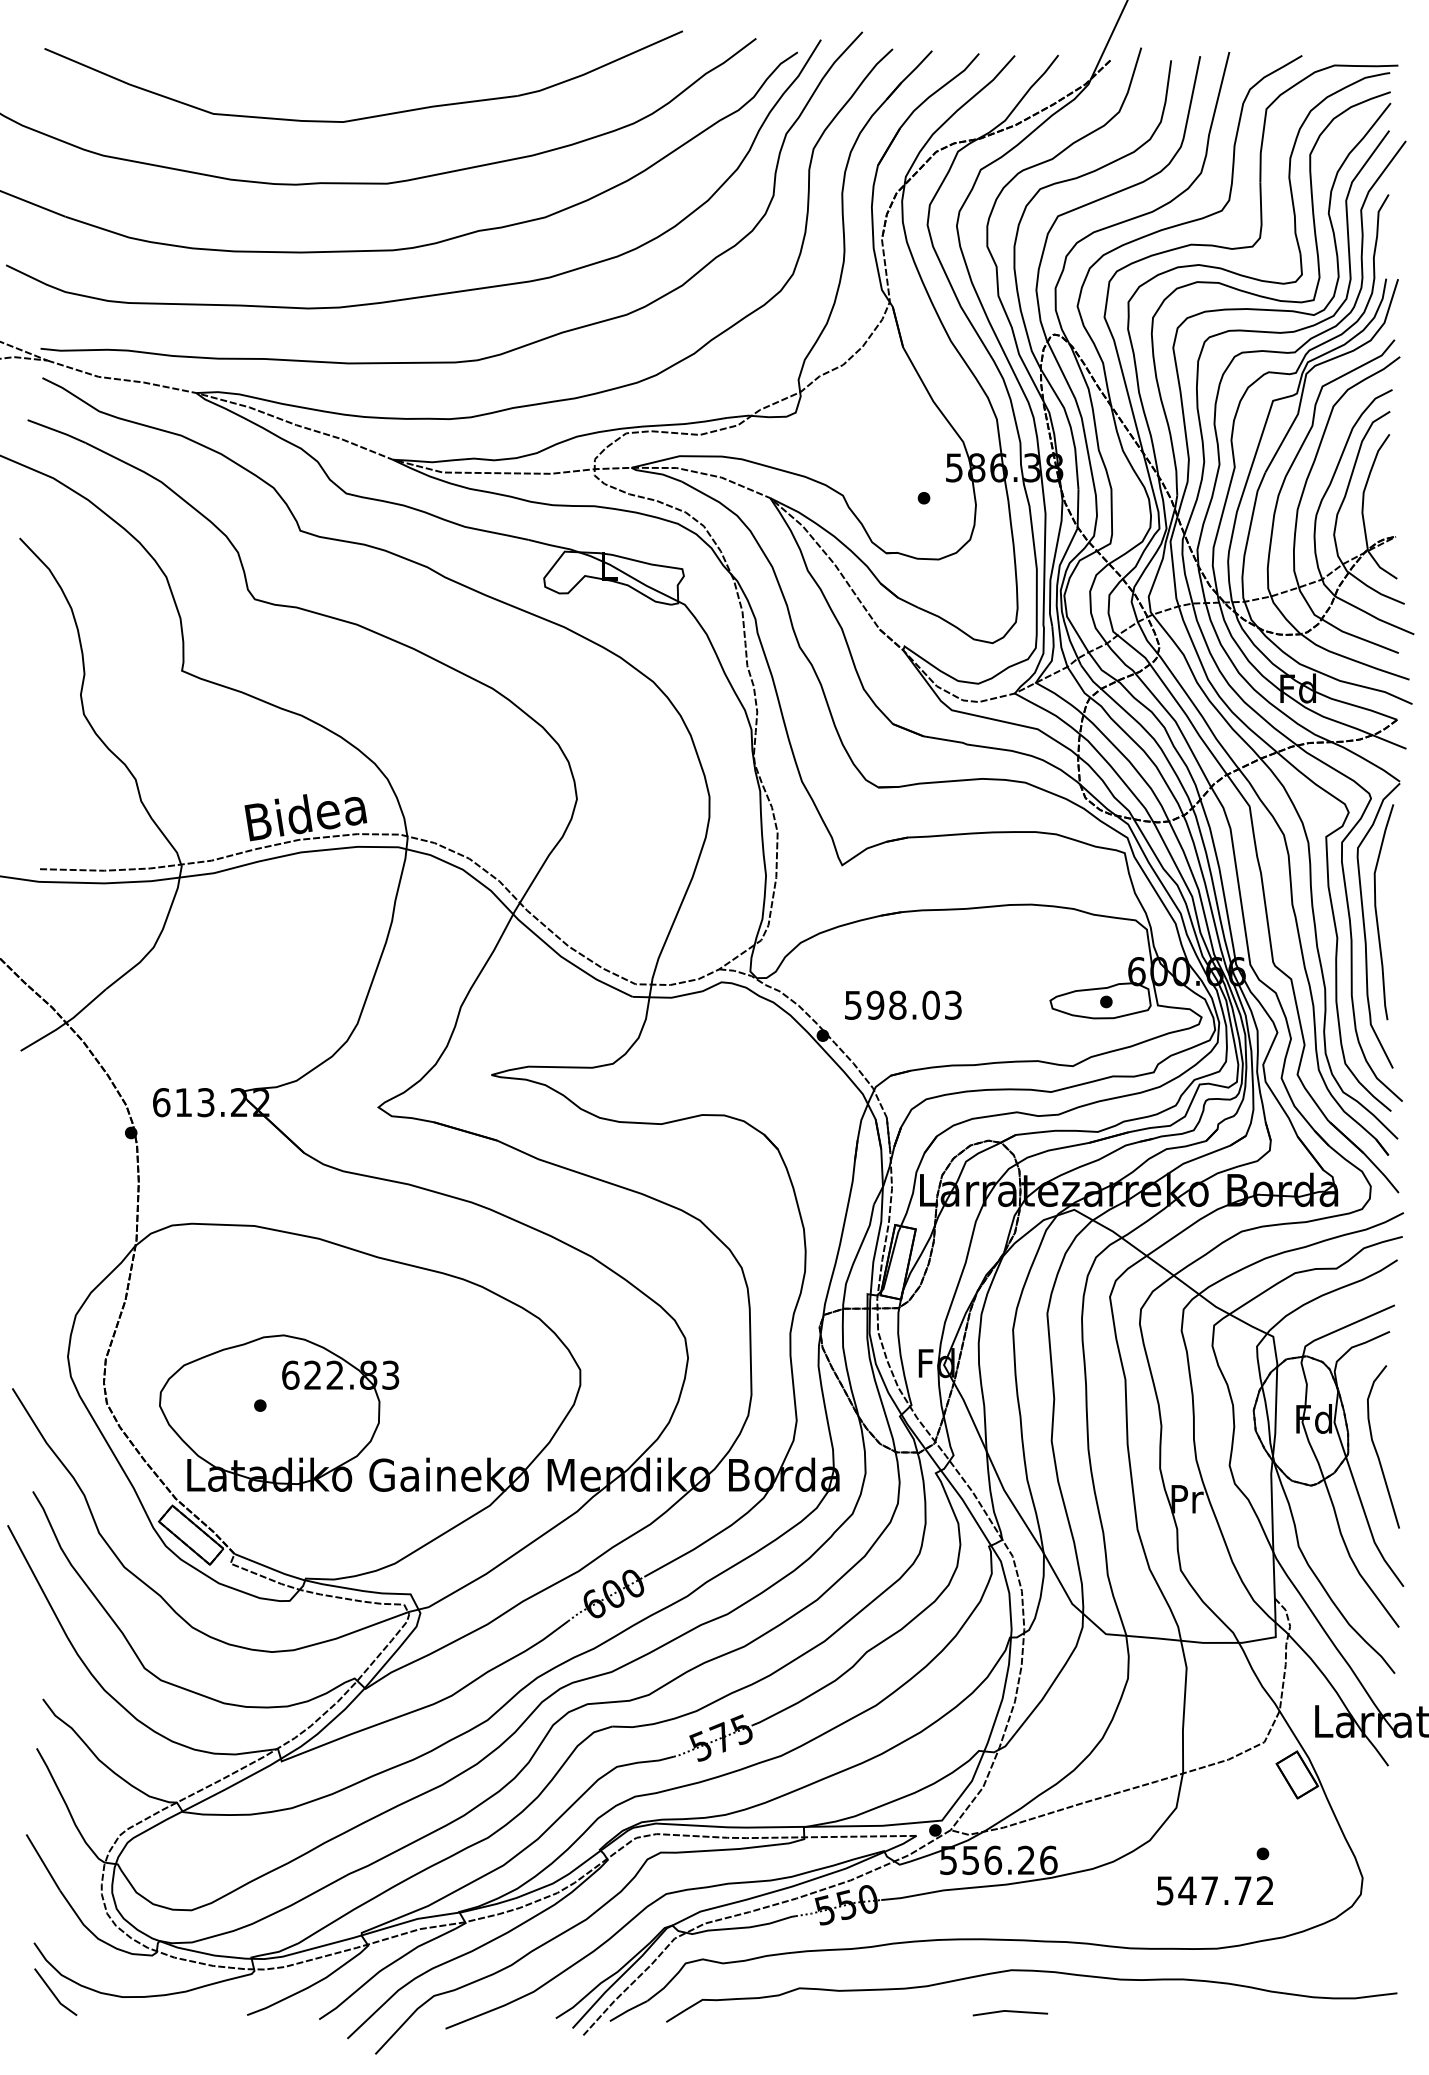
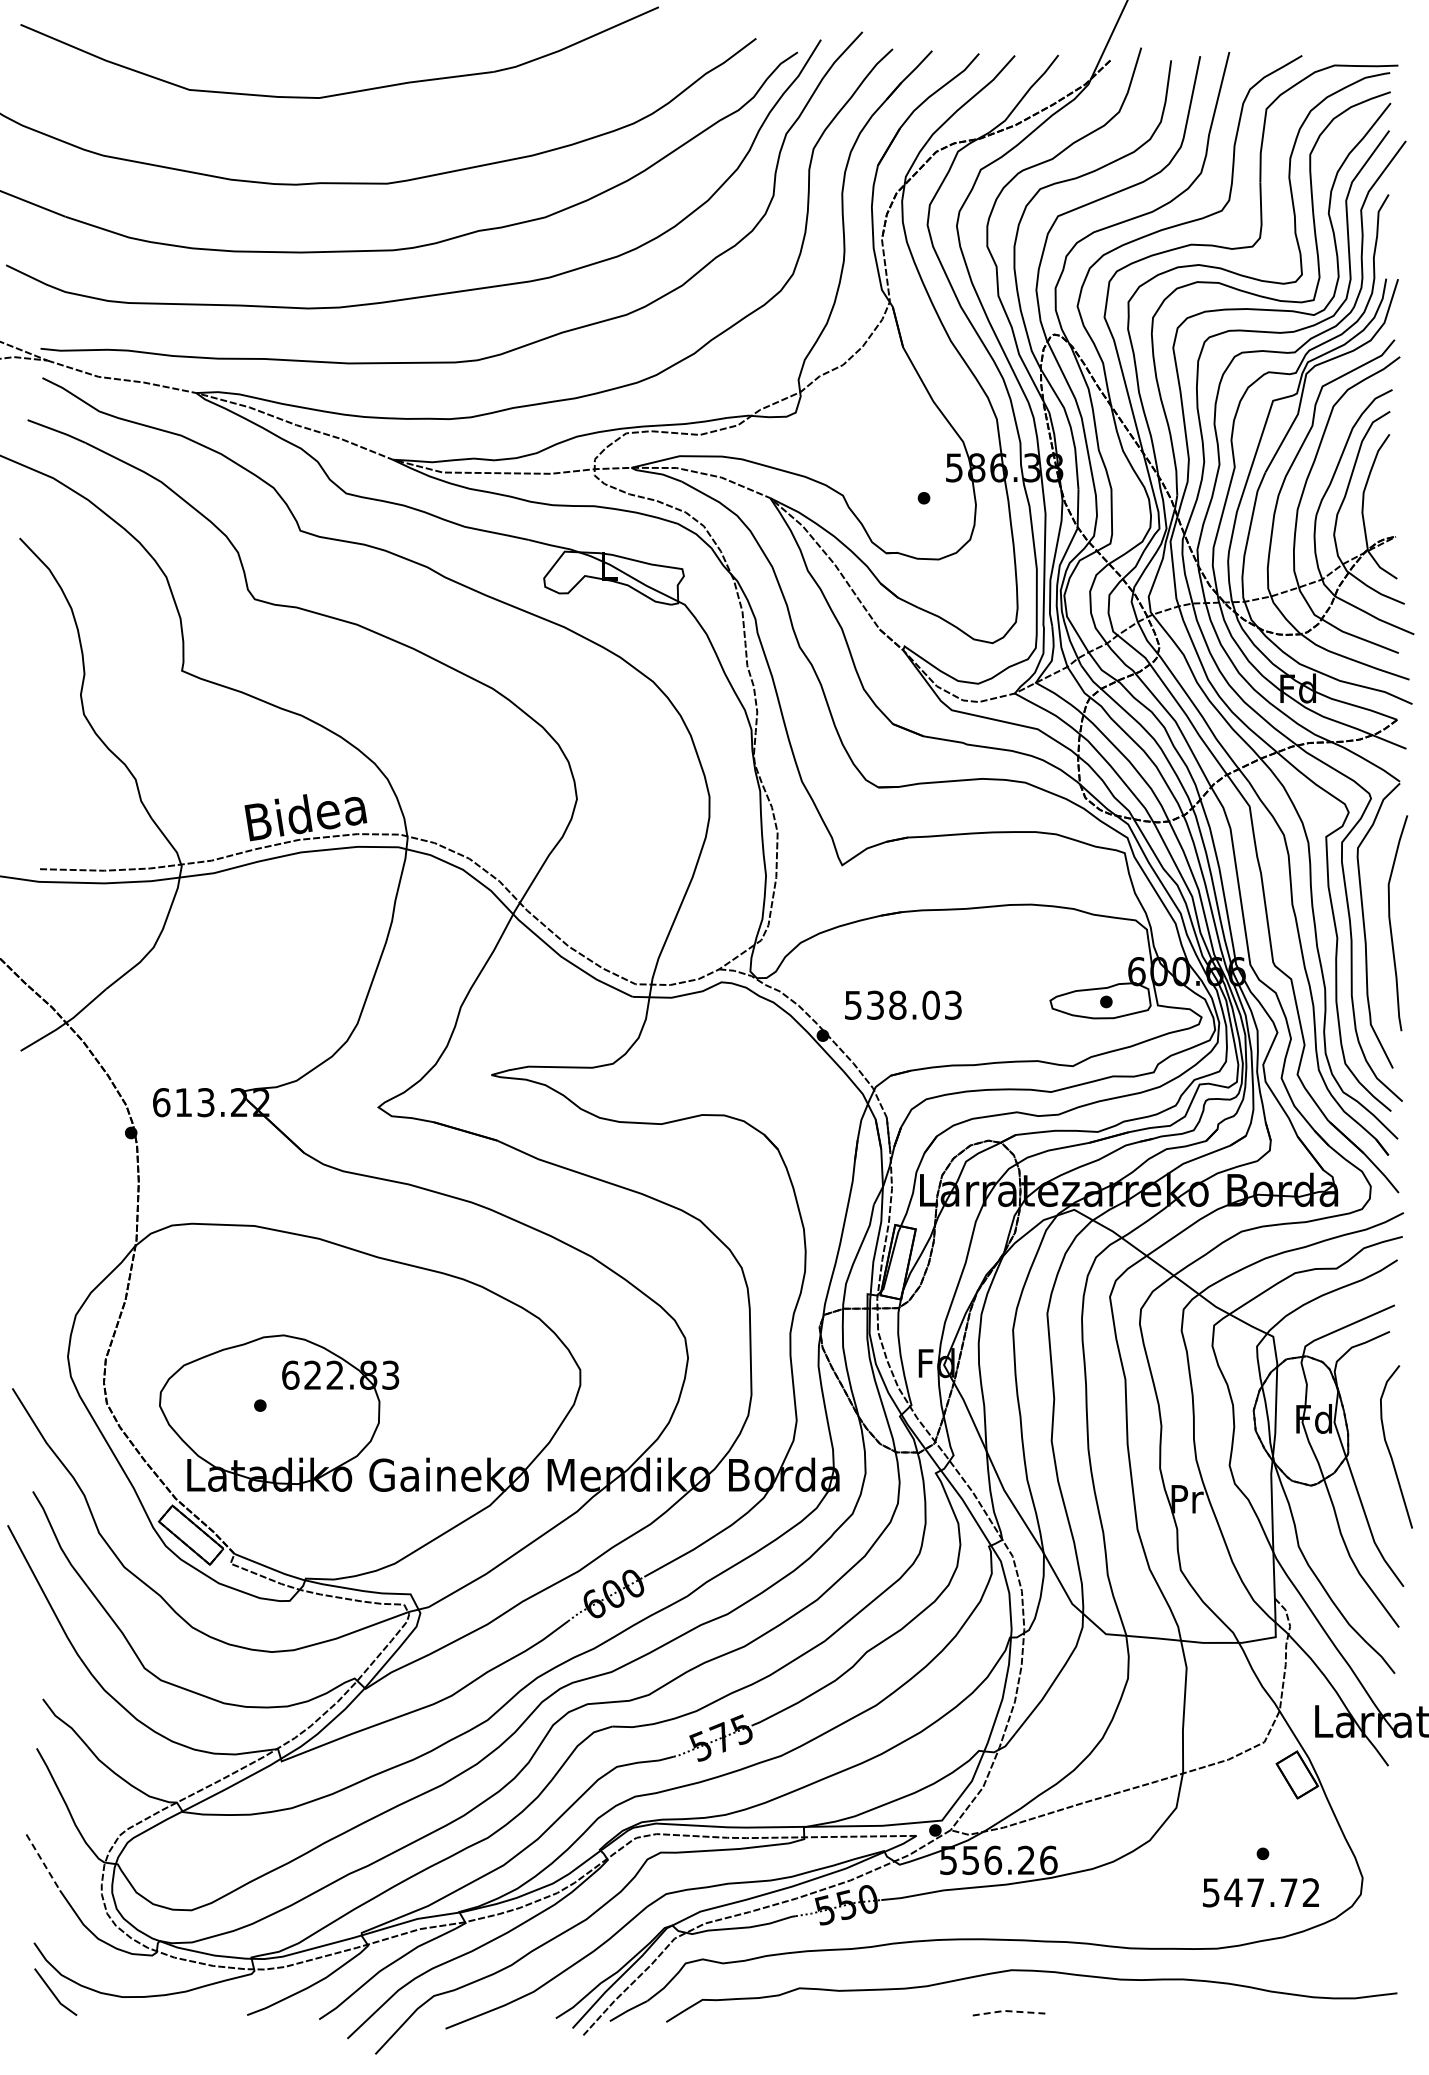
part at (373, 115) position: (373, 115) -> (349, 91)
curve at (1377, 913) position: (1377, 913) -> (1391, 924)
text at (875, 1004): 598.03 -> 538.03
curve at (1376, 1448) position: (1376, 1448) -> (1389, 1448)
line at (43, 1862): solid -> dashed
text at (1214, 1890) position: (1214, 1890) -> (1260, 1892)
line at (1011, 2011): solid -> dashed
